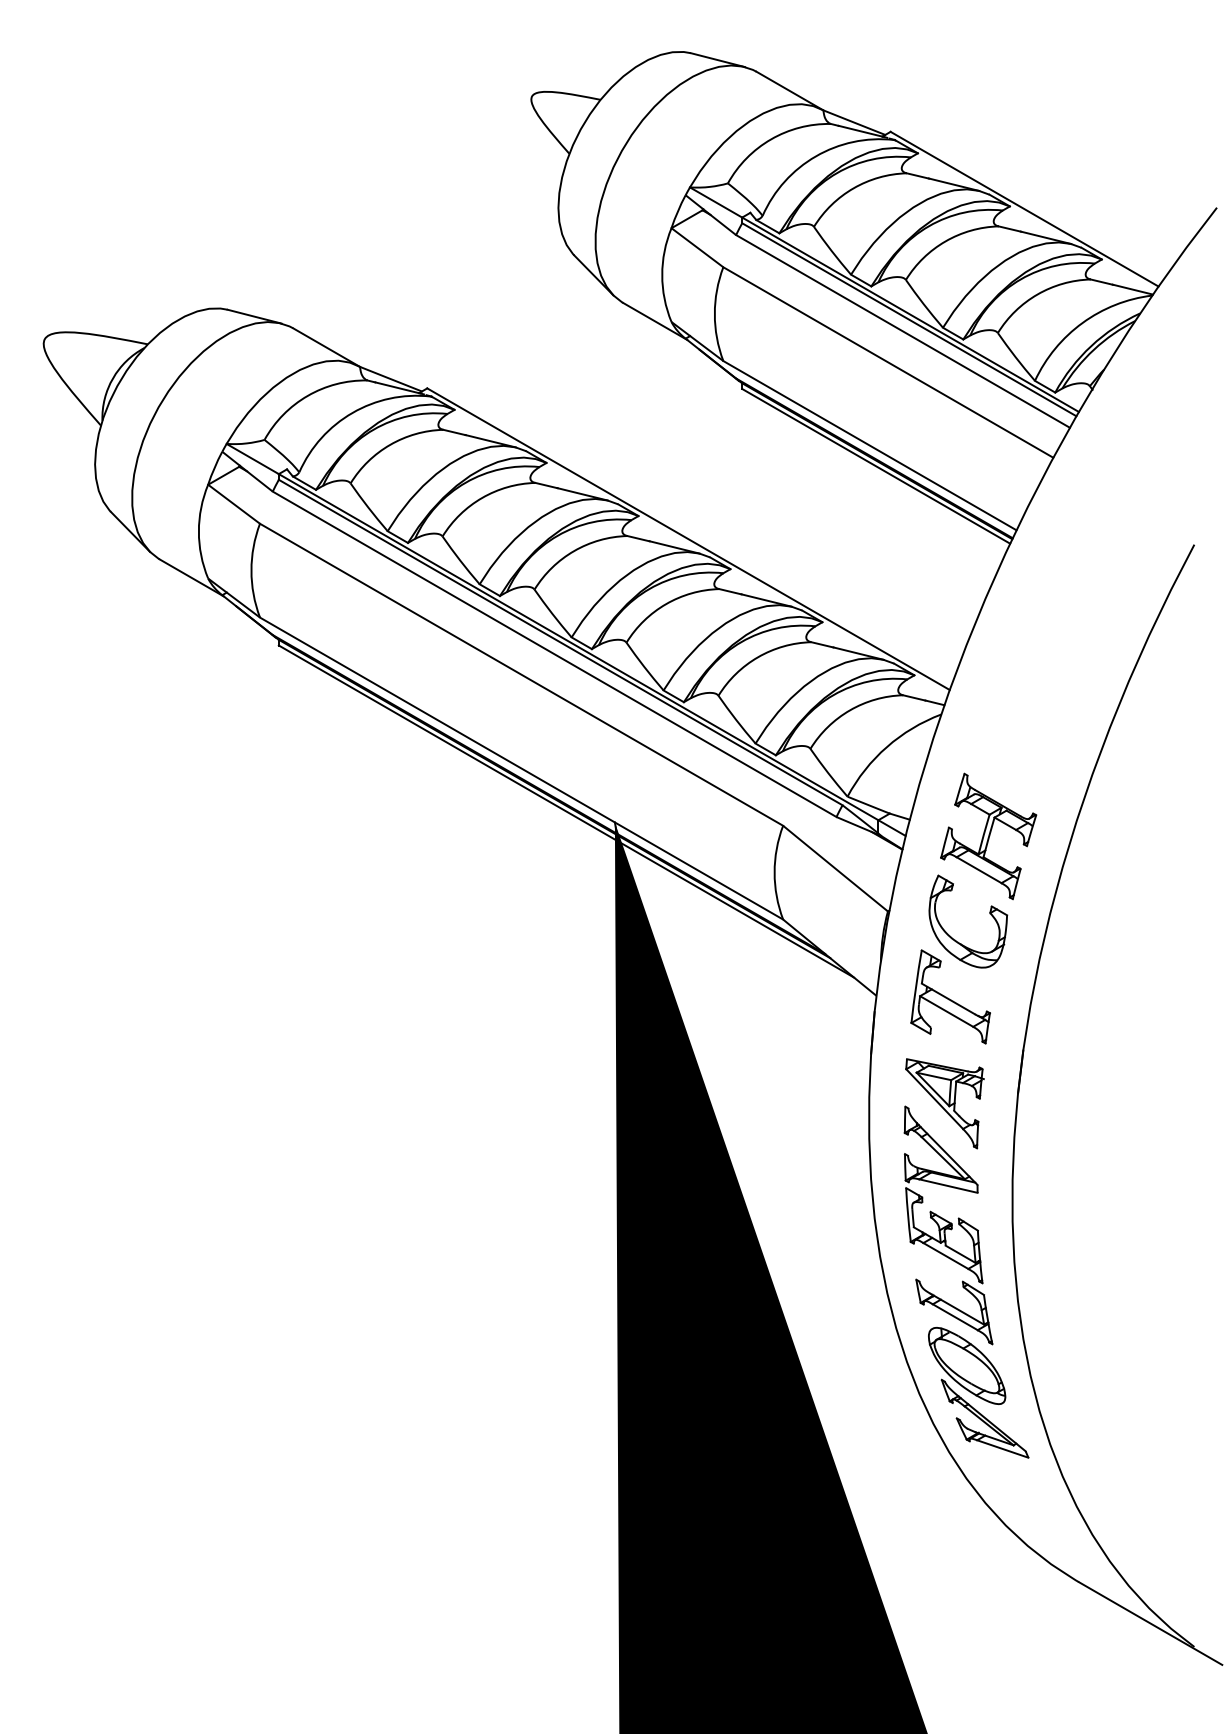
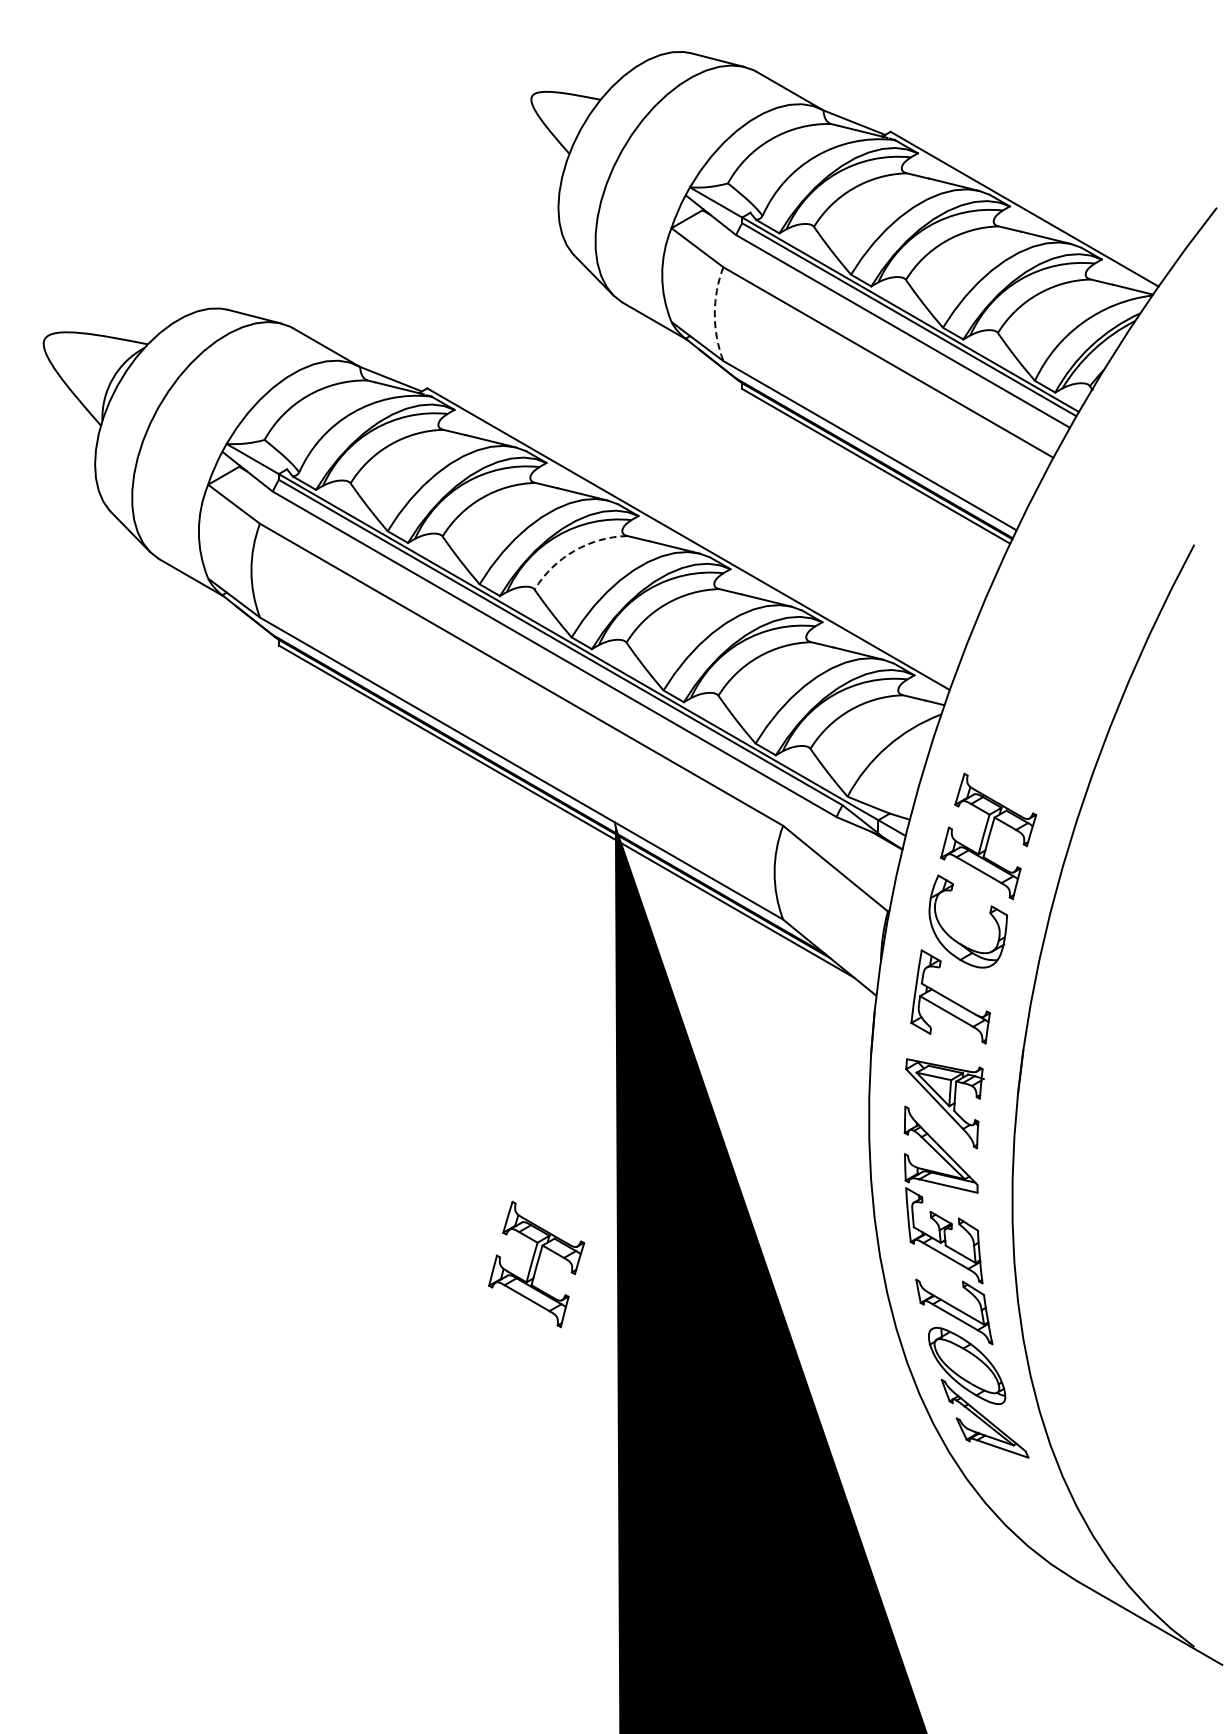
arc at (714, 314): solid -> dashed
arc at (574, 551): solid -> dashed
part at (536, 1264): none -> present
